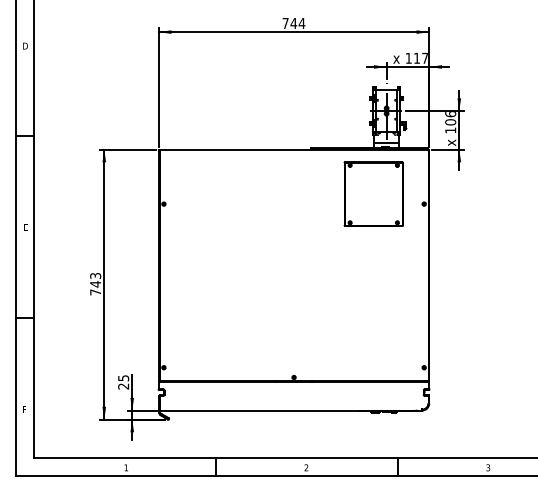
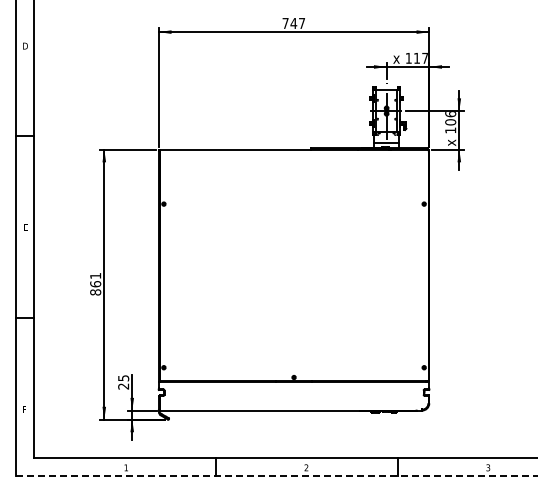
text at (301, 23): 744 -> 747
part at (373, 193): present -> none
text at (95, 284): 743 -> 861
line at (277, 476): solid -> dashed
